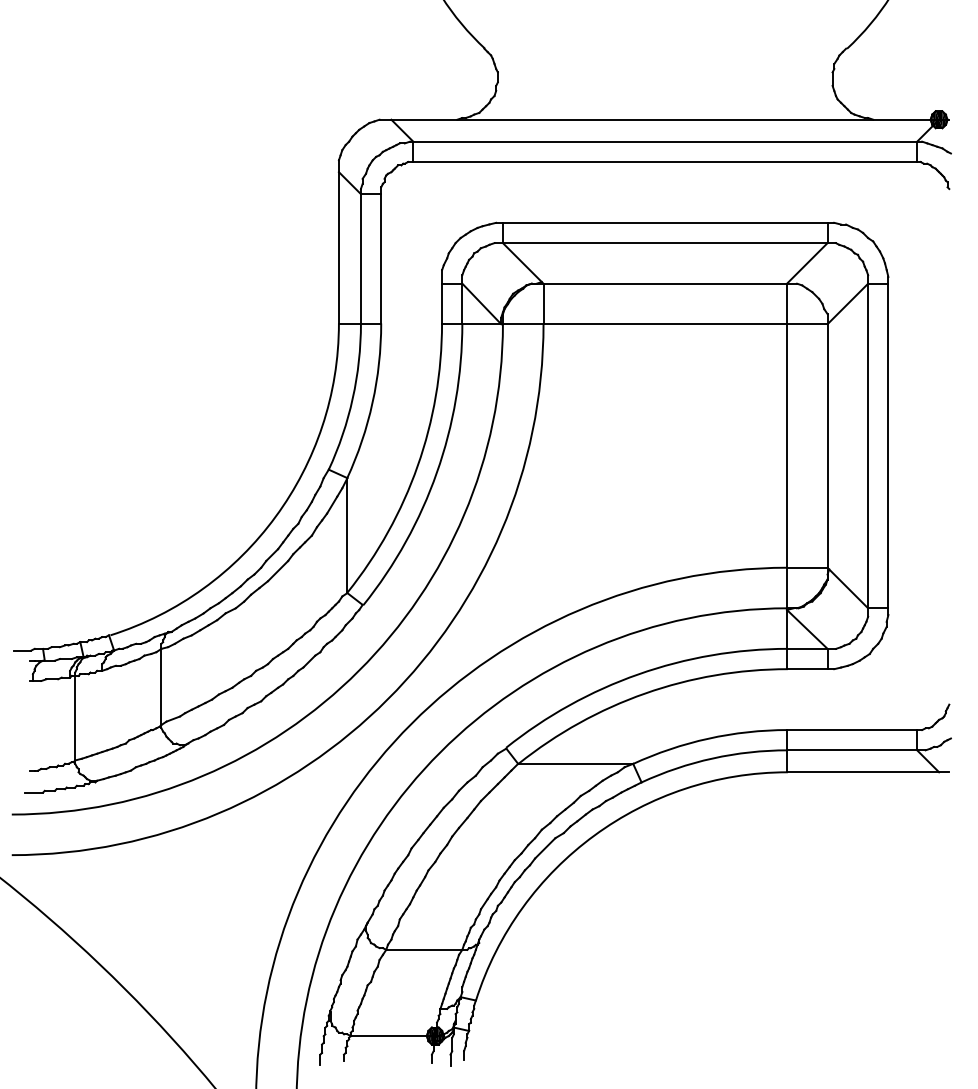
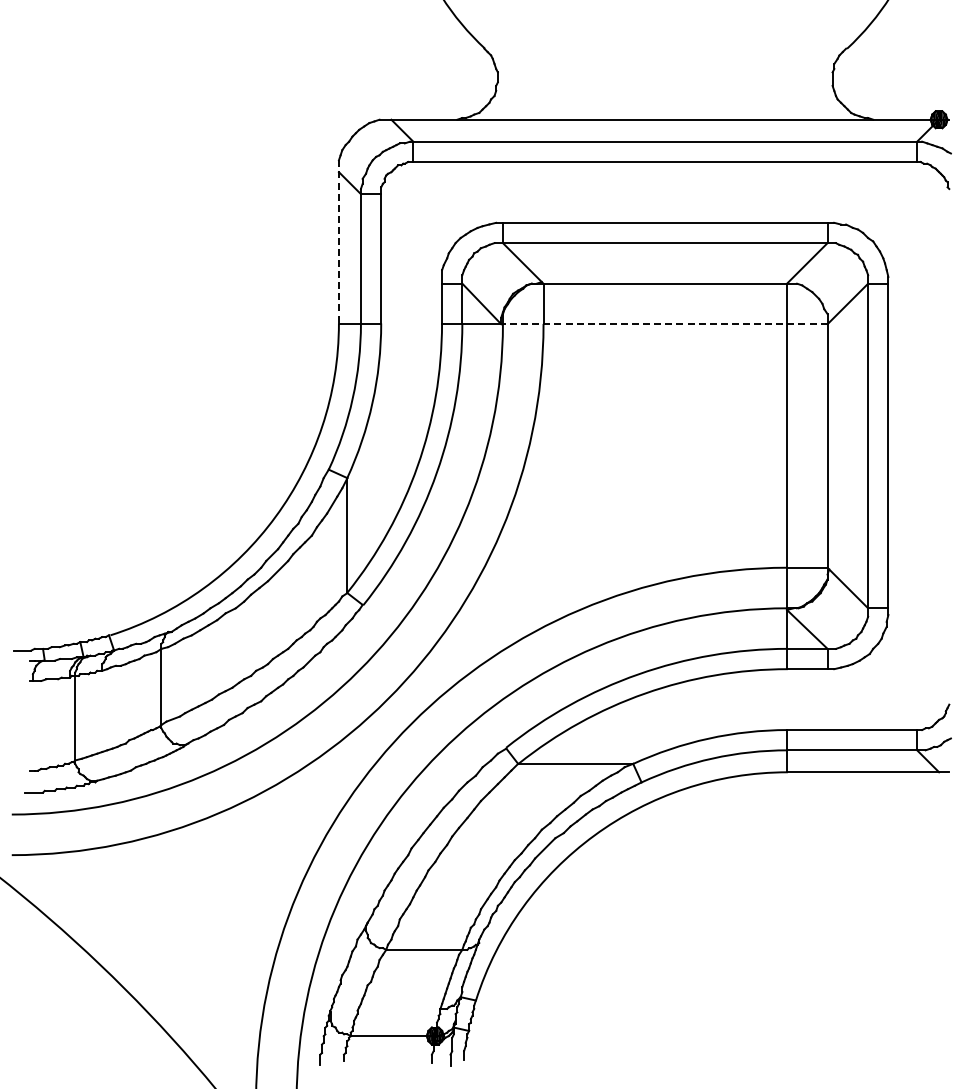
line at (338, 242): solid -> dashed
line at (664, 324): solid -> dashed
